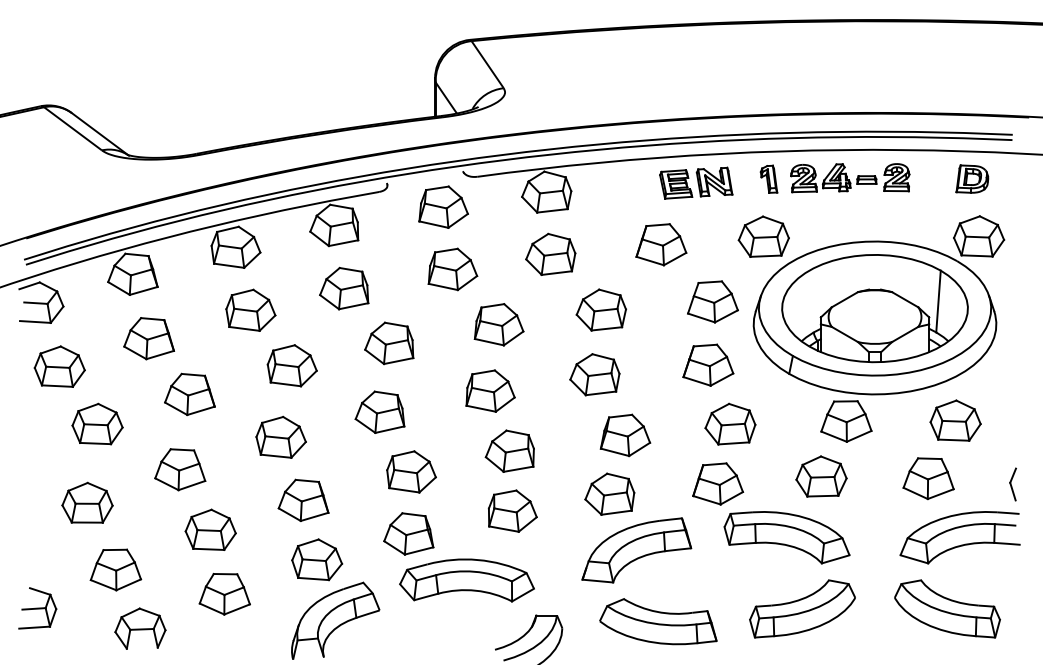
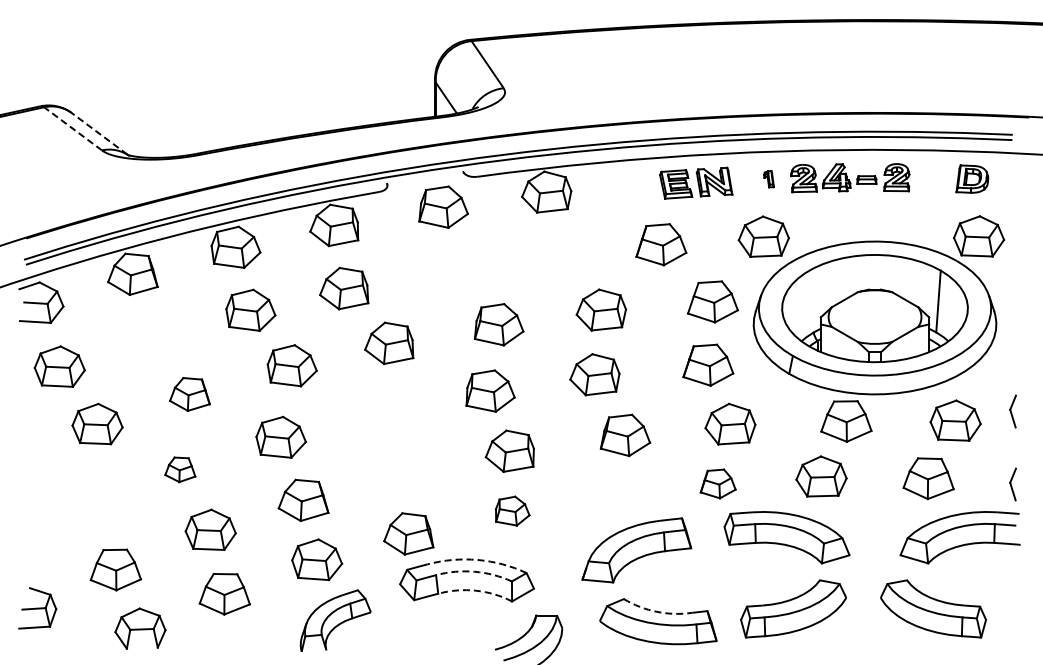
line at (73, 128): solid -> dashed
line at (99, 133): solid -> dashed
part at (768, 178) size: 20x30 px -> 12x19 px
part at (550, 253): present -> none
part at (452, 269): present -> none
part at (148, 338): present -> none
part at (189, 394) size: 52x45 px -> 42x35 px
part at (379, 411): present -> none
part at (1012, 411): none -> present
part at (180, 469) size: 53x44 px -> 33x28 px
part at (411, 471): present -> none
part at (718, 483) size: 53x44 px -> 38x32 px
part at (609, 493): present -> none
part at (87, 502): present -> none
part at (512, 510) size: 51x44 px -> 36x32 px
arc at (477, 560): solid -> dashed
arc at (474, 571): solid -> dashed
arc at (475, 590): solid -> dashed
part at (802, 608) position: (802, 608) -> (793, 608)
part at (947, 608) position: (947, 608) -> (933, 608)
arc at (656, 611): solid -> dashed
part at (335, 620) size: 90x79 px -> 73x63 px
